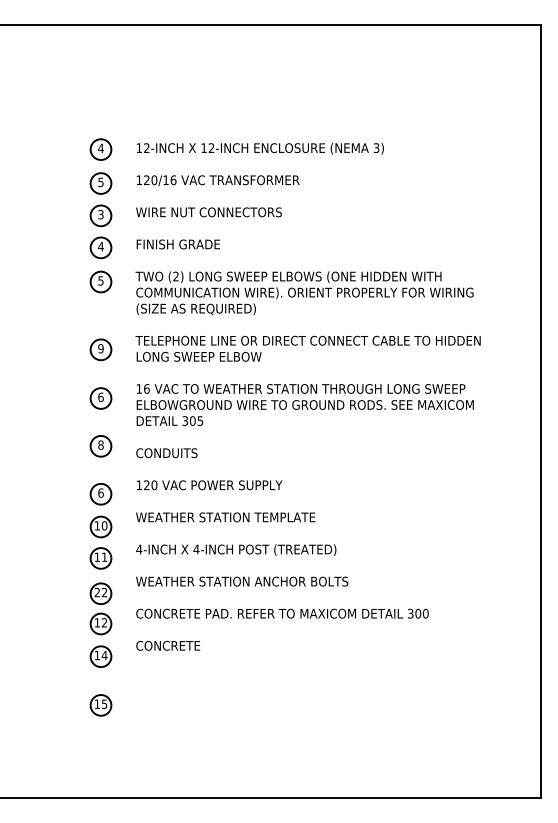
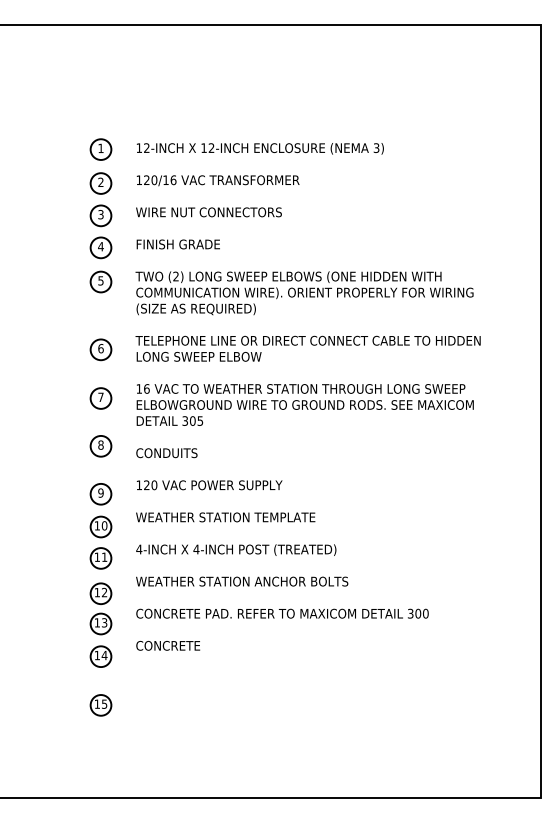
text at (100, 147): 4 -> 1
text at (100, 182): 5 -> 2
text at (100, 348): 9 -> 6
text at (100, 397): 6 -> 7
text at (100, 492): 6 -> 9
text at (96, 592): 22 -> 12
text at (104, 623): 12 -> 13
